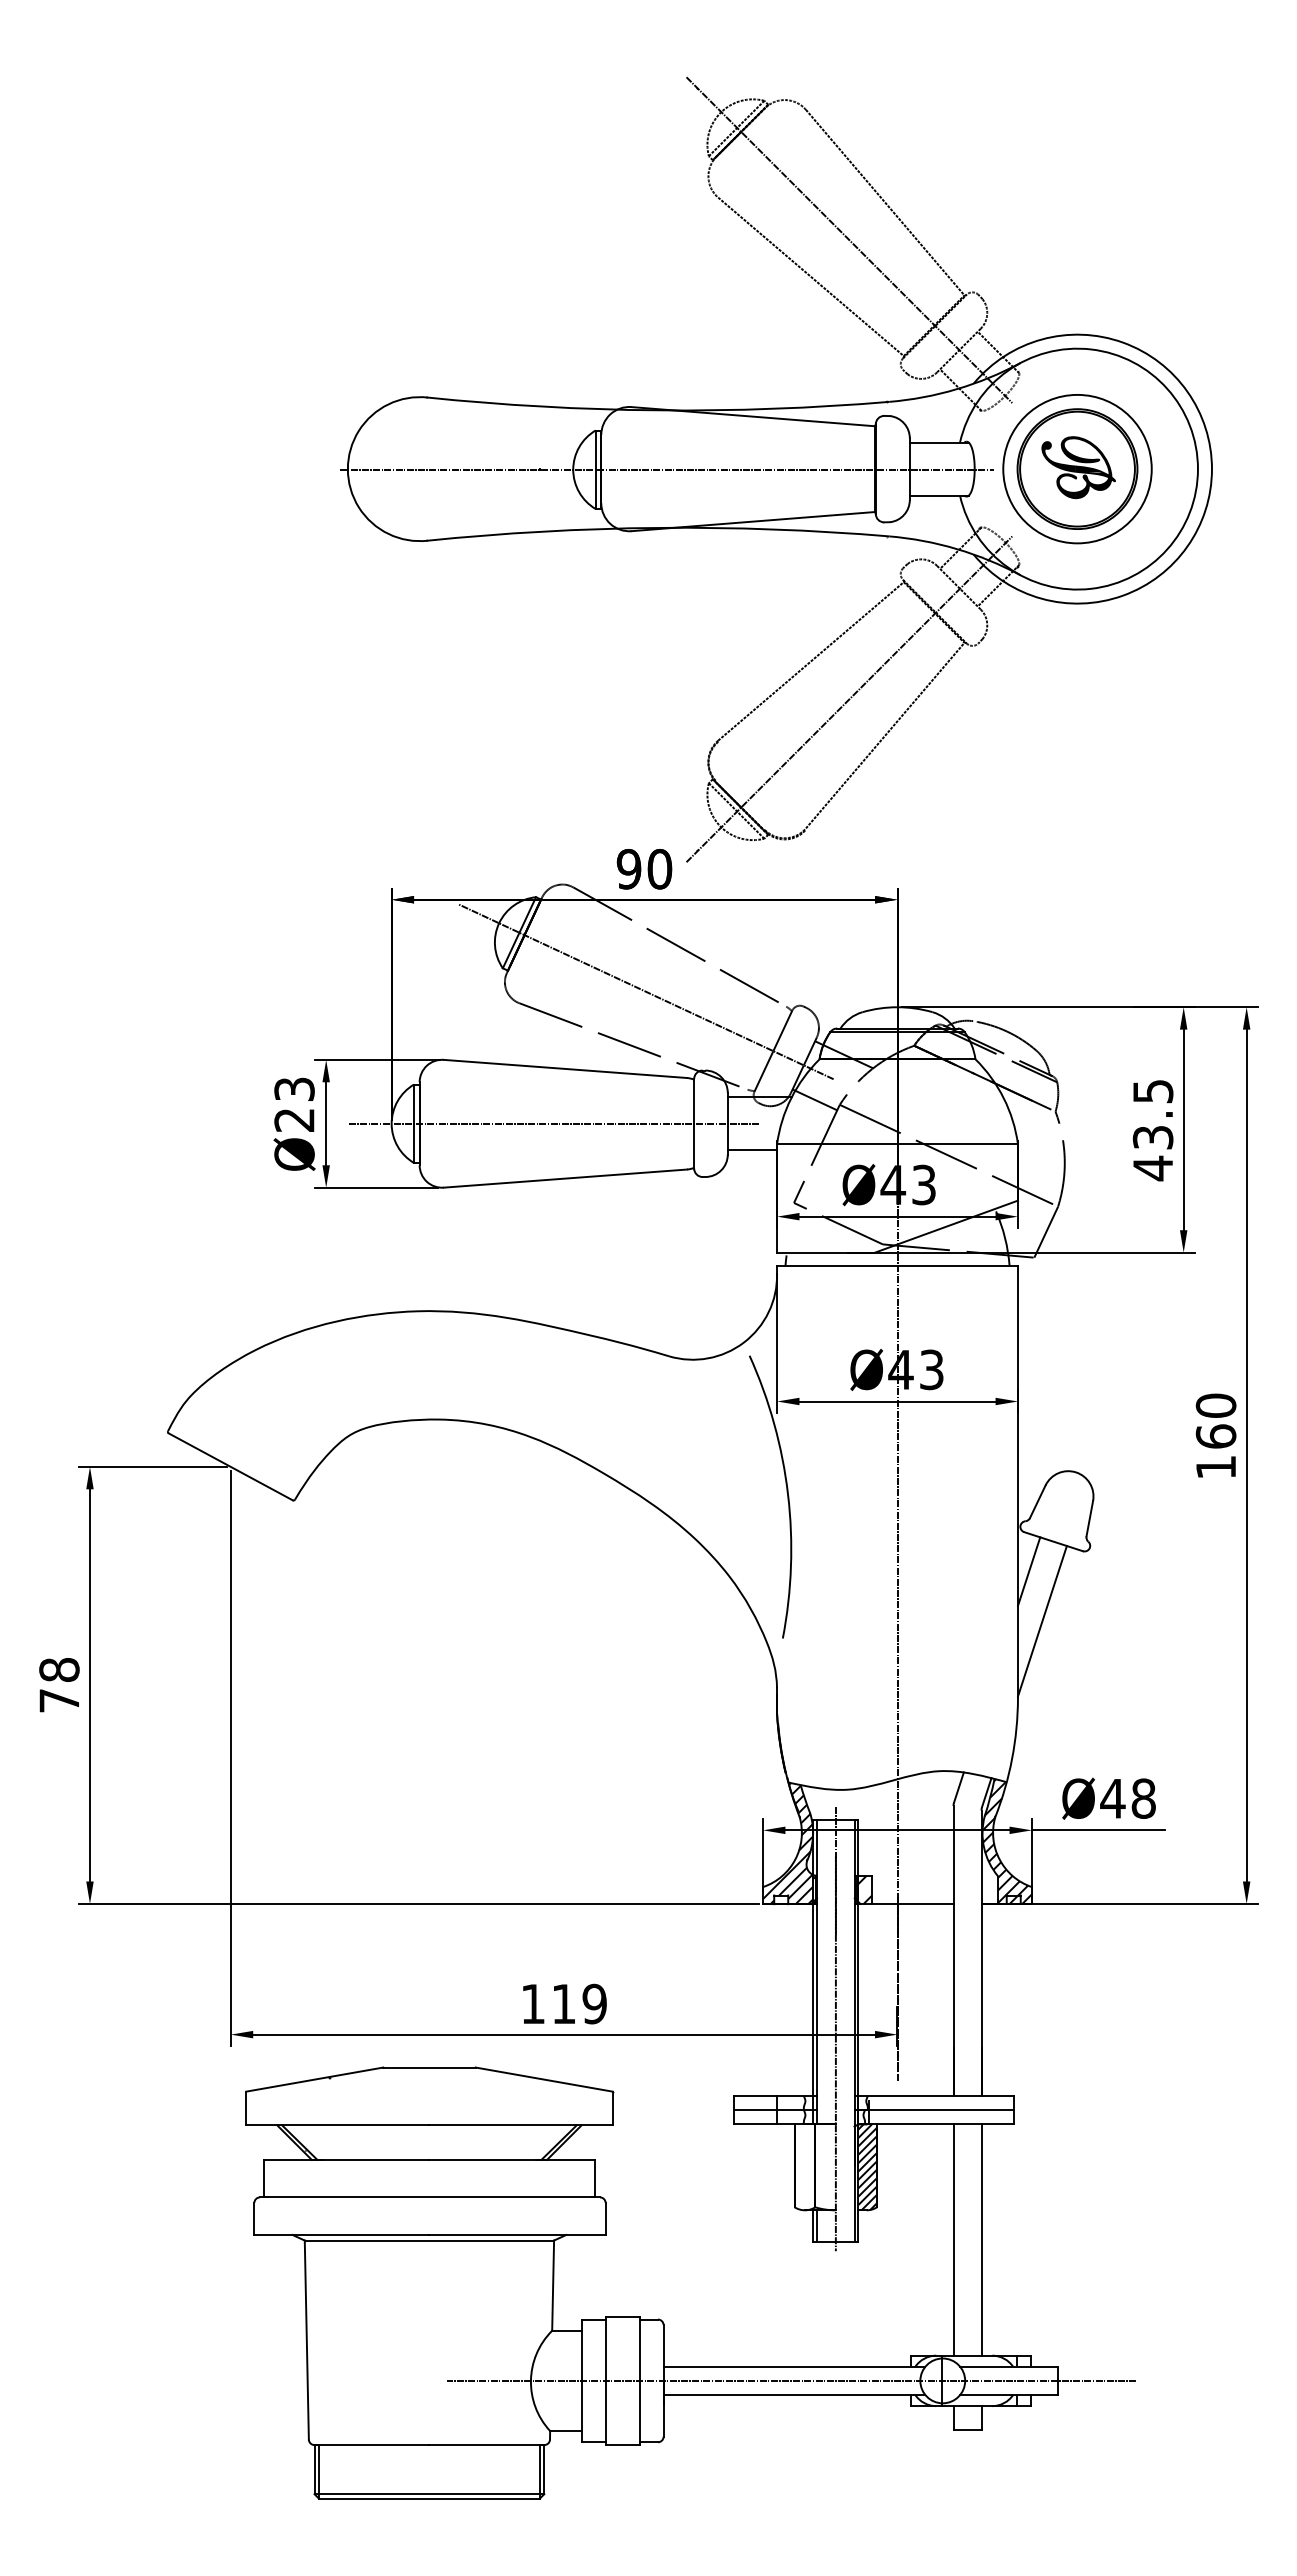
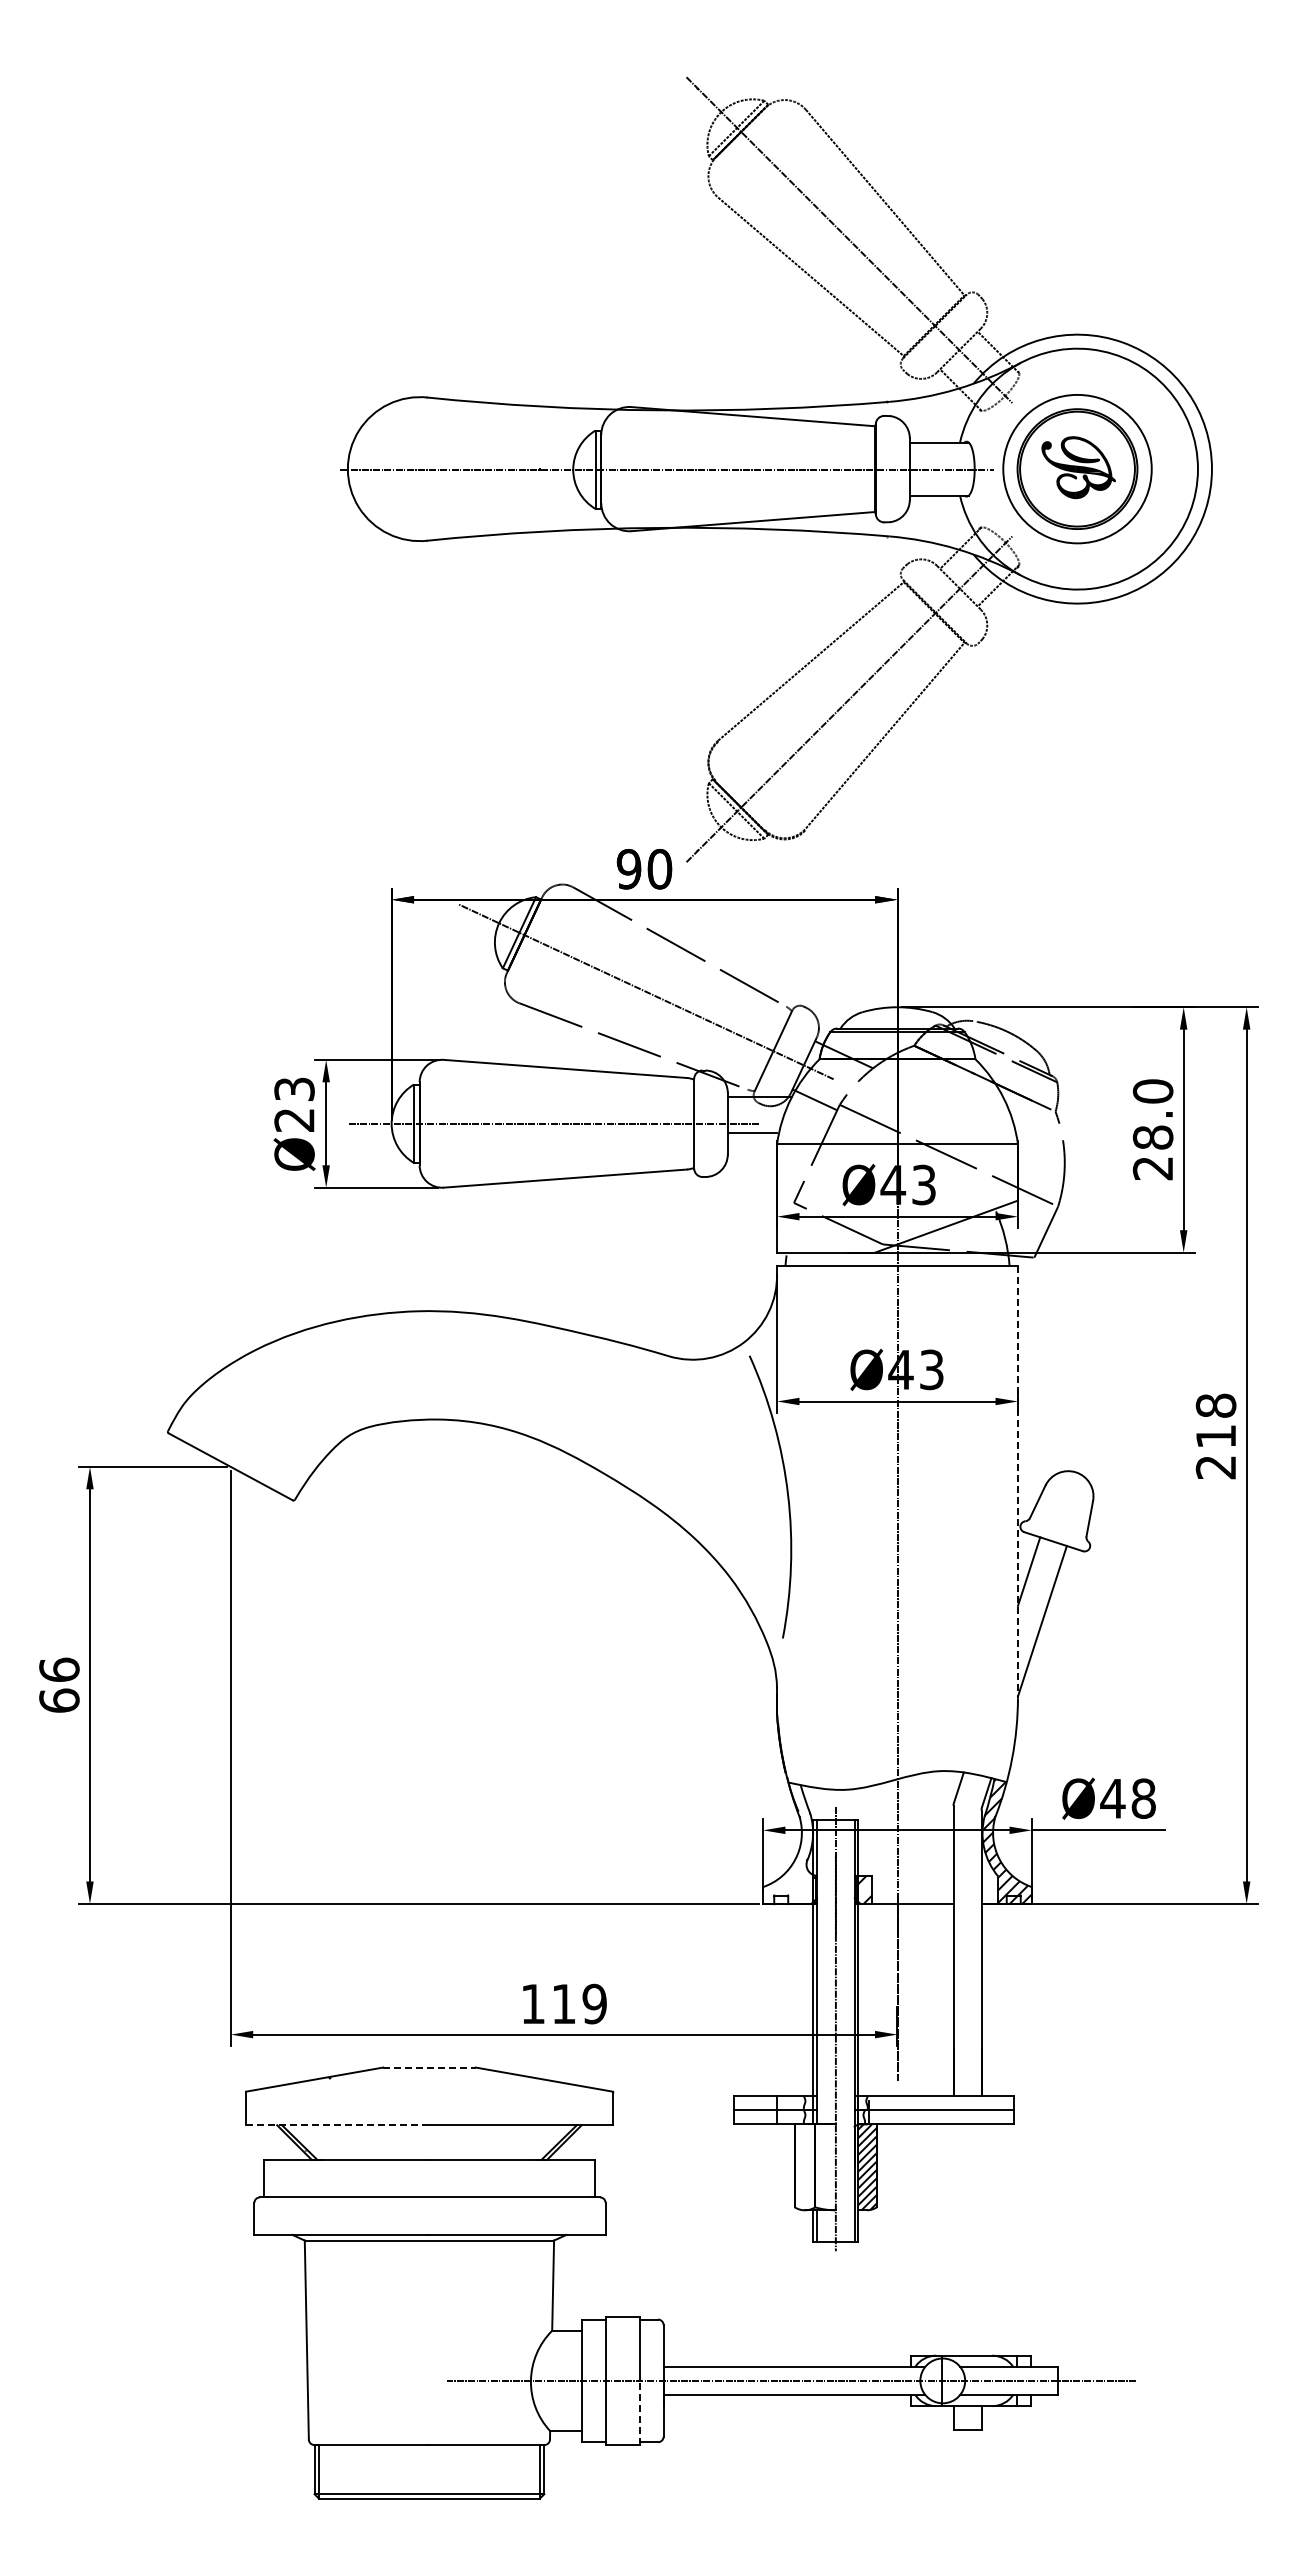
text at (1152, 1130): 43.5 -> 28.0
line at (752, 1150) position: (752, 1150) -> (752, 1133)
text at (1215, 1436): 160 -> 218
line at (1017, 1482): solid -> dashed
text at (59, 1684): 78 -> 66
hatch at (788, 1843): present -> none
line at (429, 2067): solid -> dashed
line at (337, 2125): solid -> dashed
line at (953, 2239): present -> none
line at (981, 2239): present -> none
line at (640, 2412): solid -> dashed
